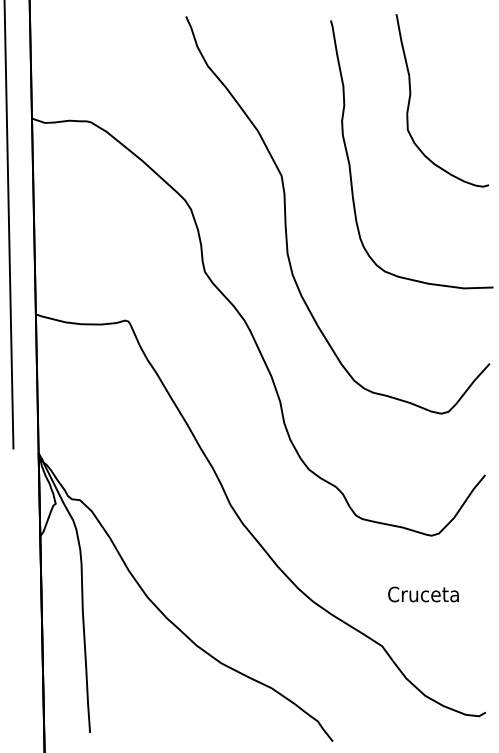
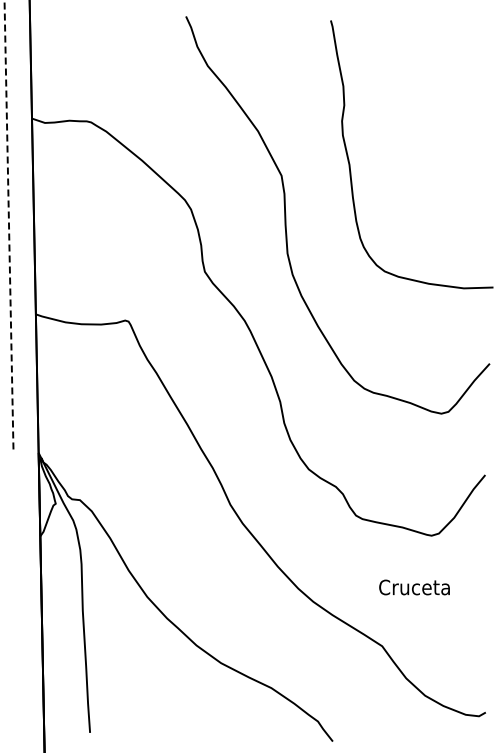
curve at (411, 94): present -> none
line at (9, 224): solid -> dashed
text at (423, 594) position: (423, 594) -> (414, 587)
